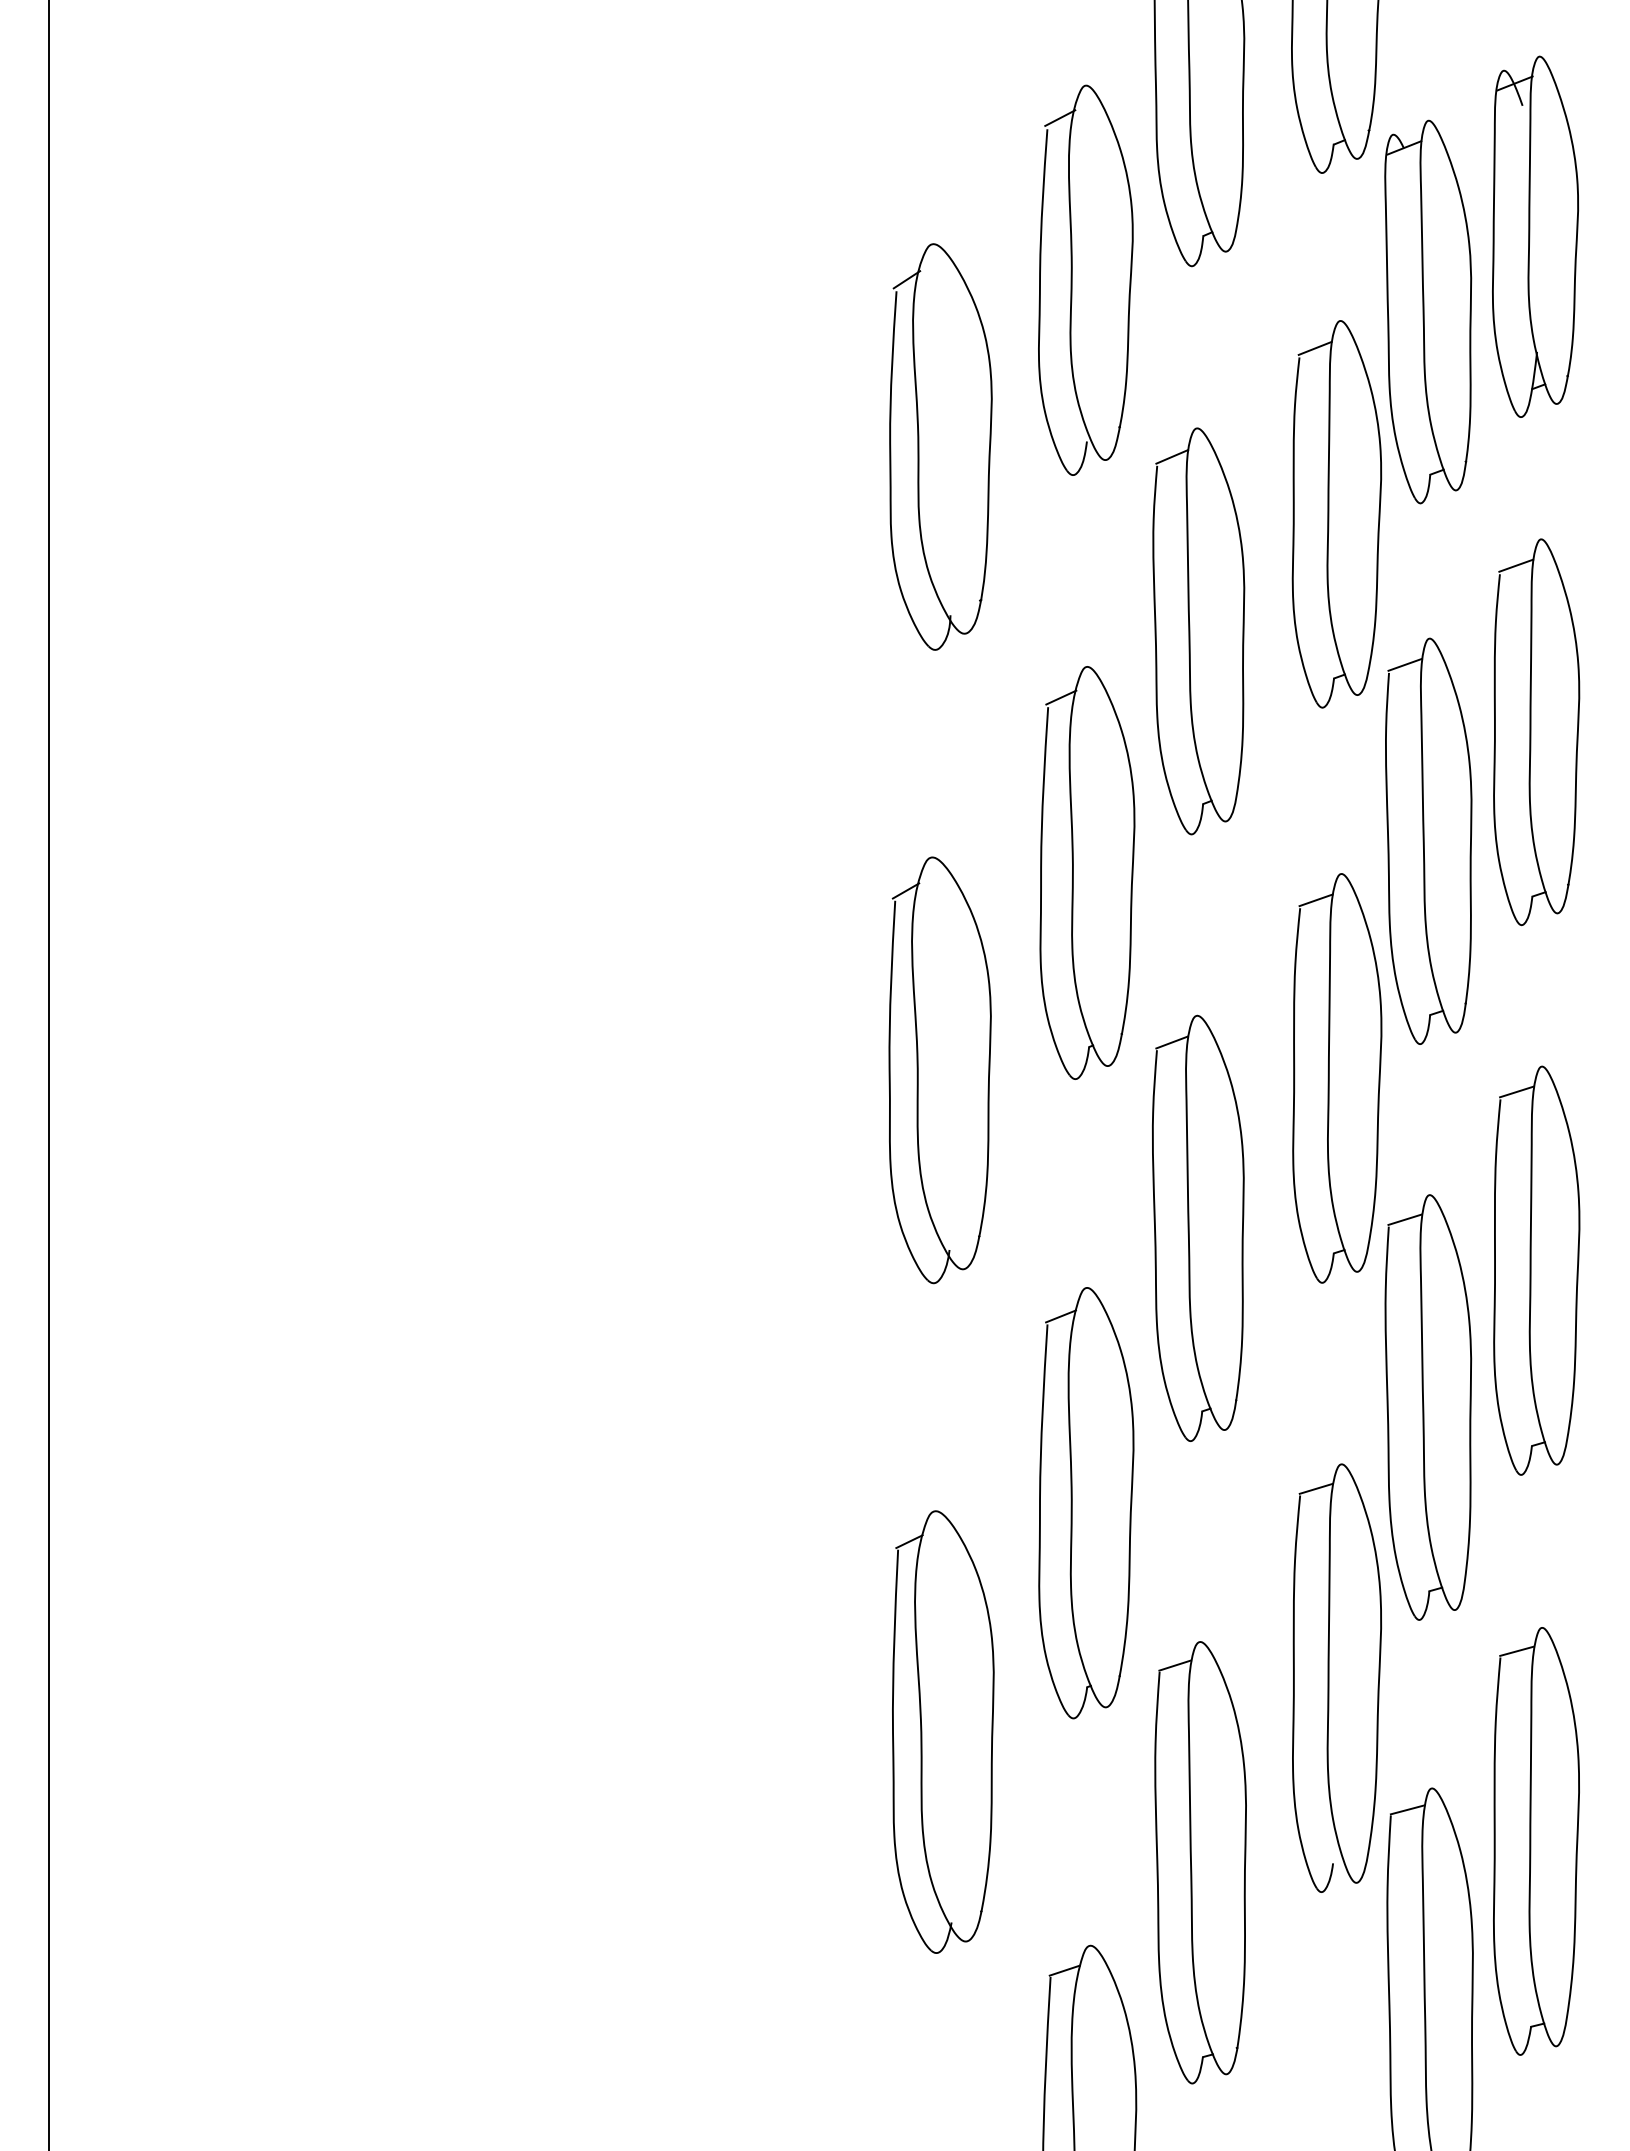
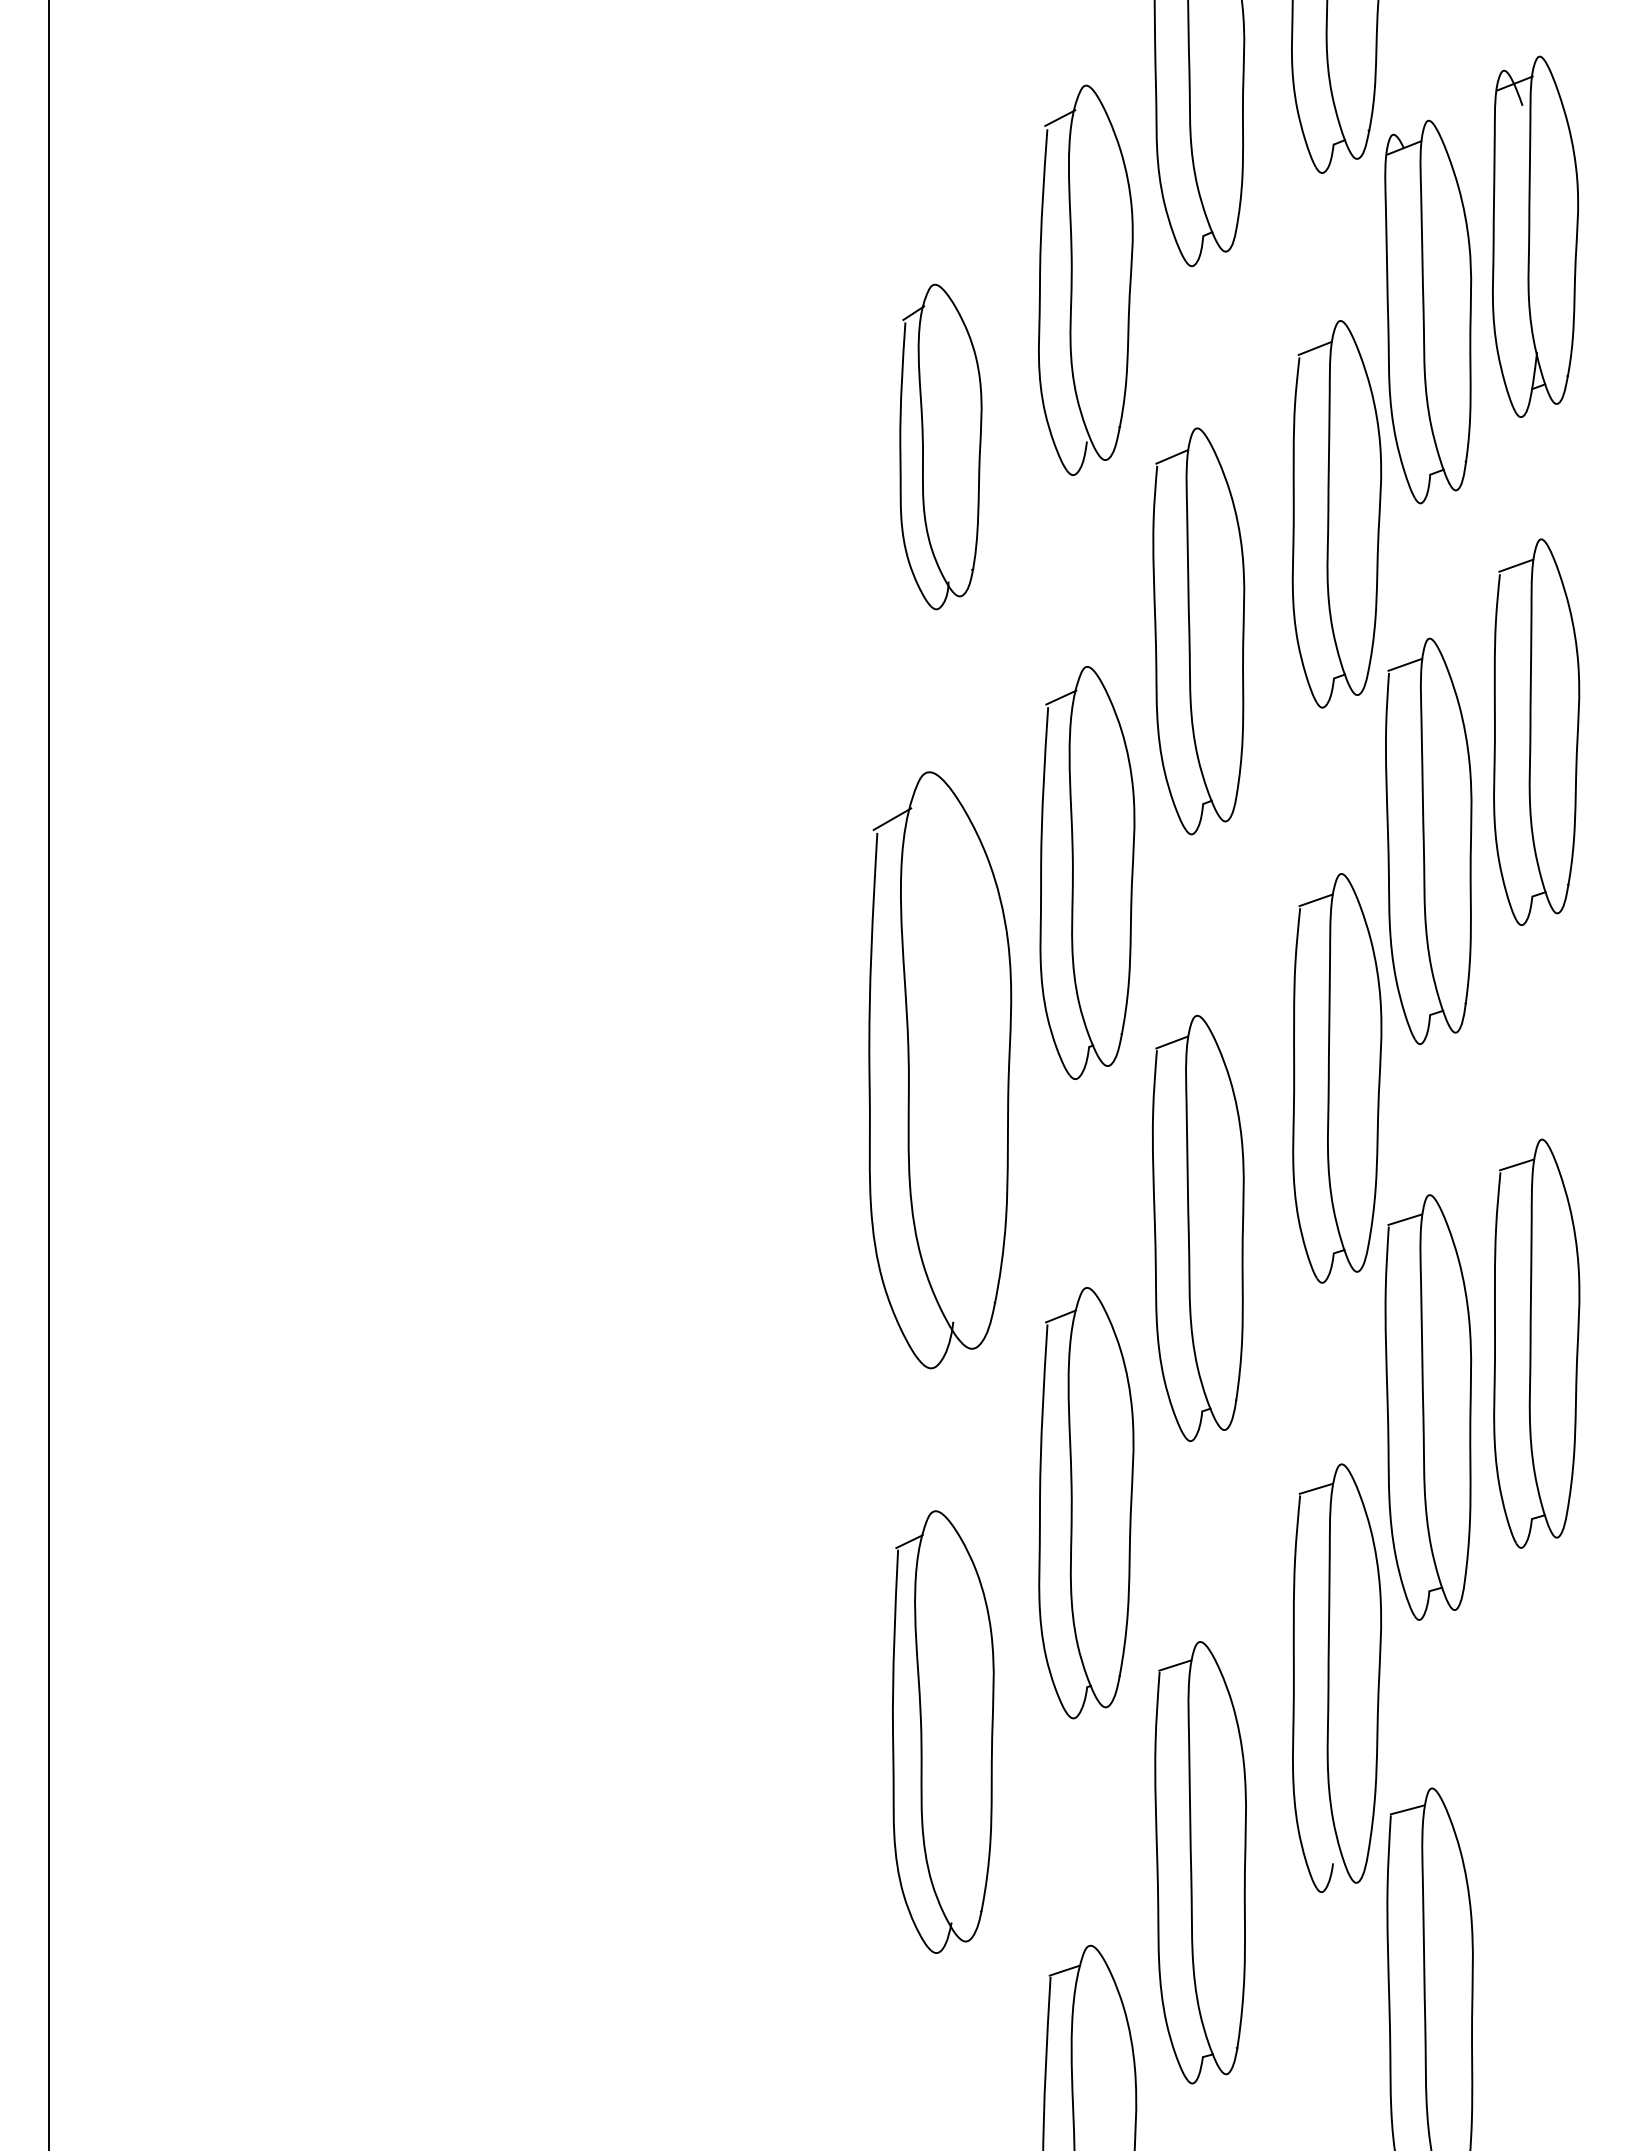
part at (940, 446) size: 104x408 px -> 84x328 px
part at (939, 1070) size: 104x429 px -> 145x599 px
part at (1536, 1270) position: (1536, 1270) -> (1536, 1343)
part at (1536, 1841): present -> none
